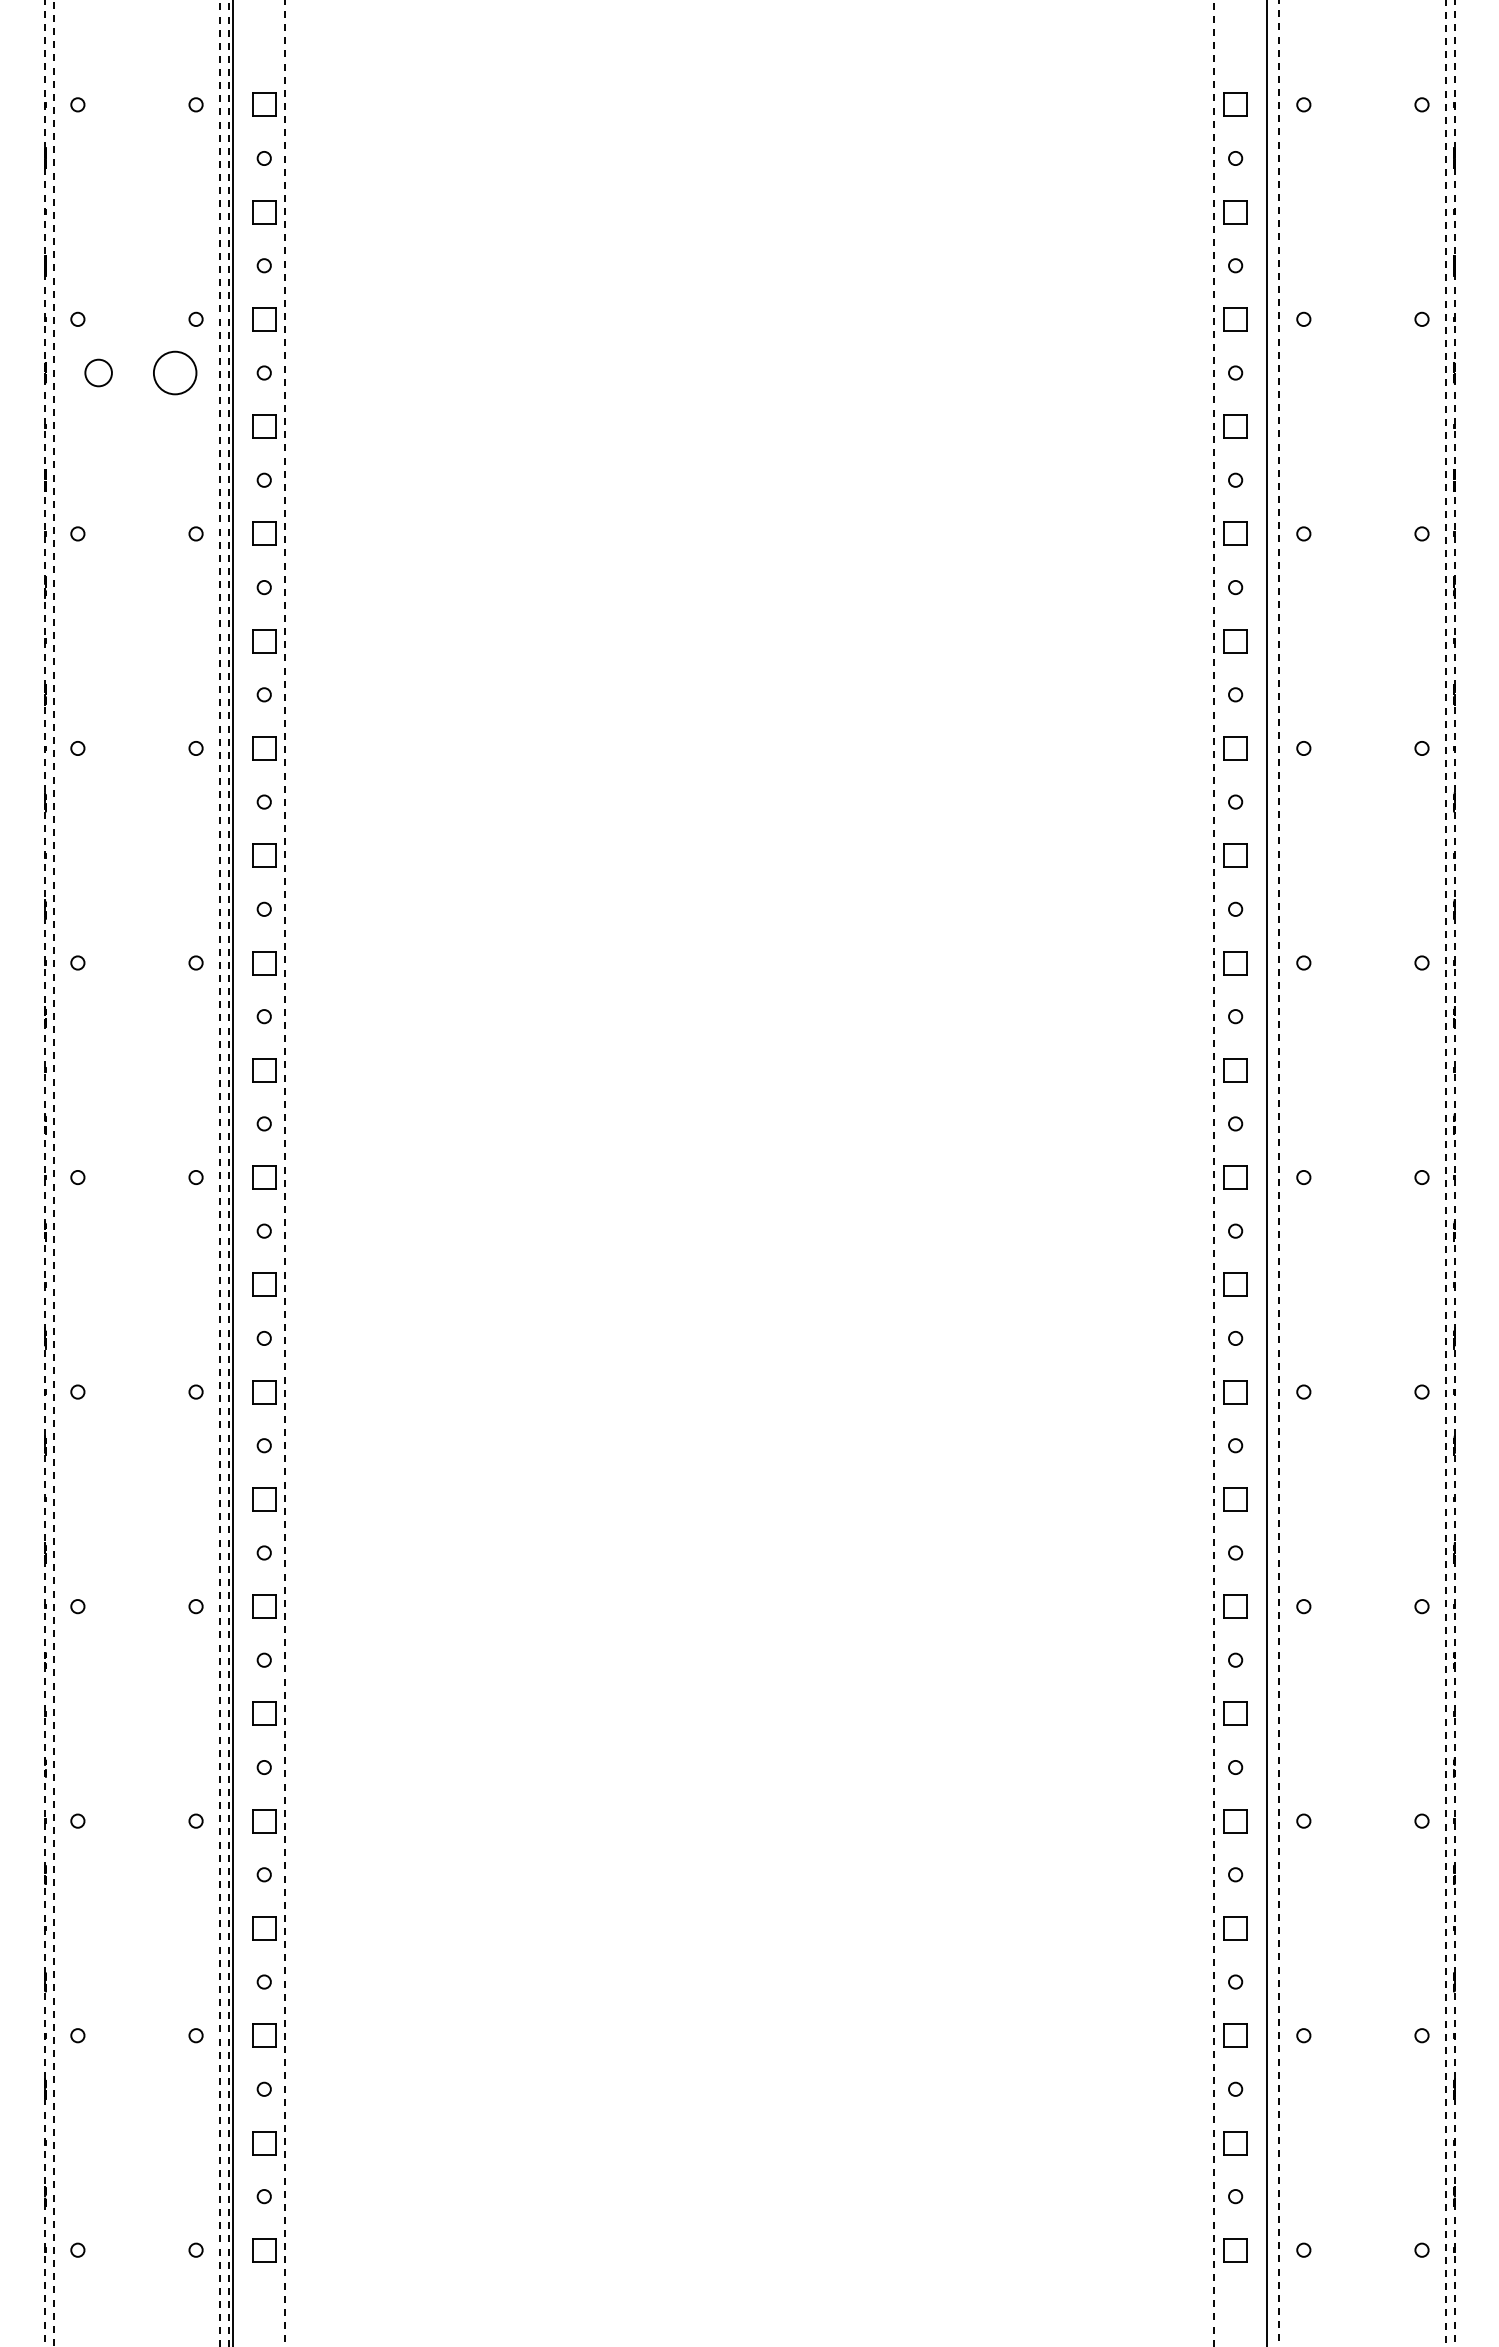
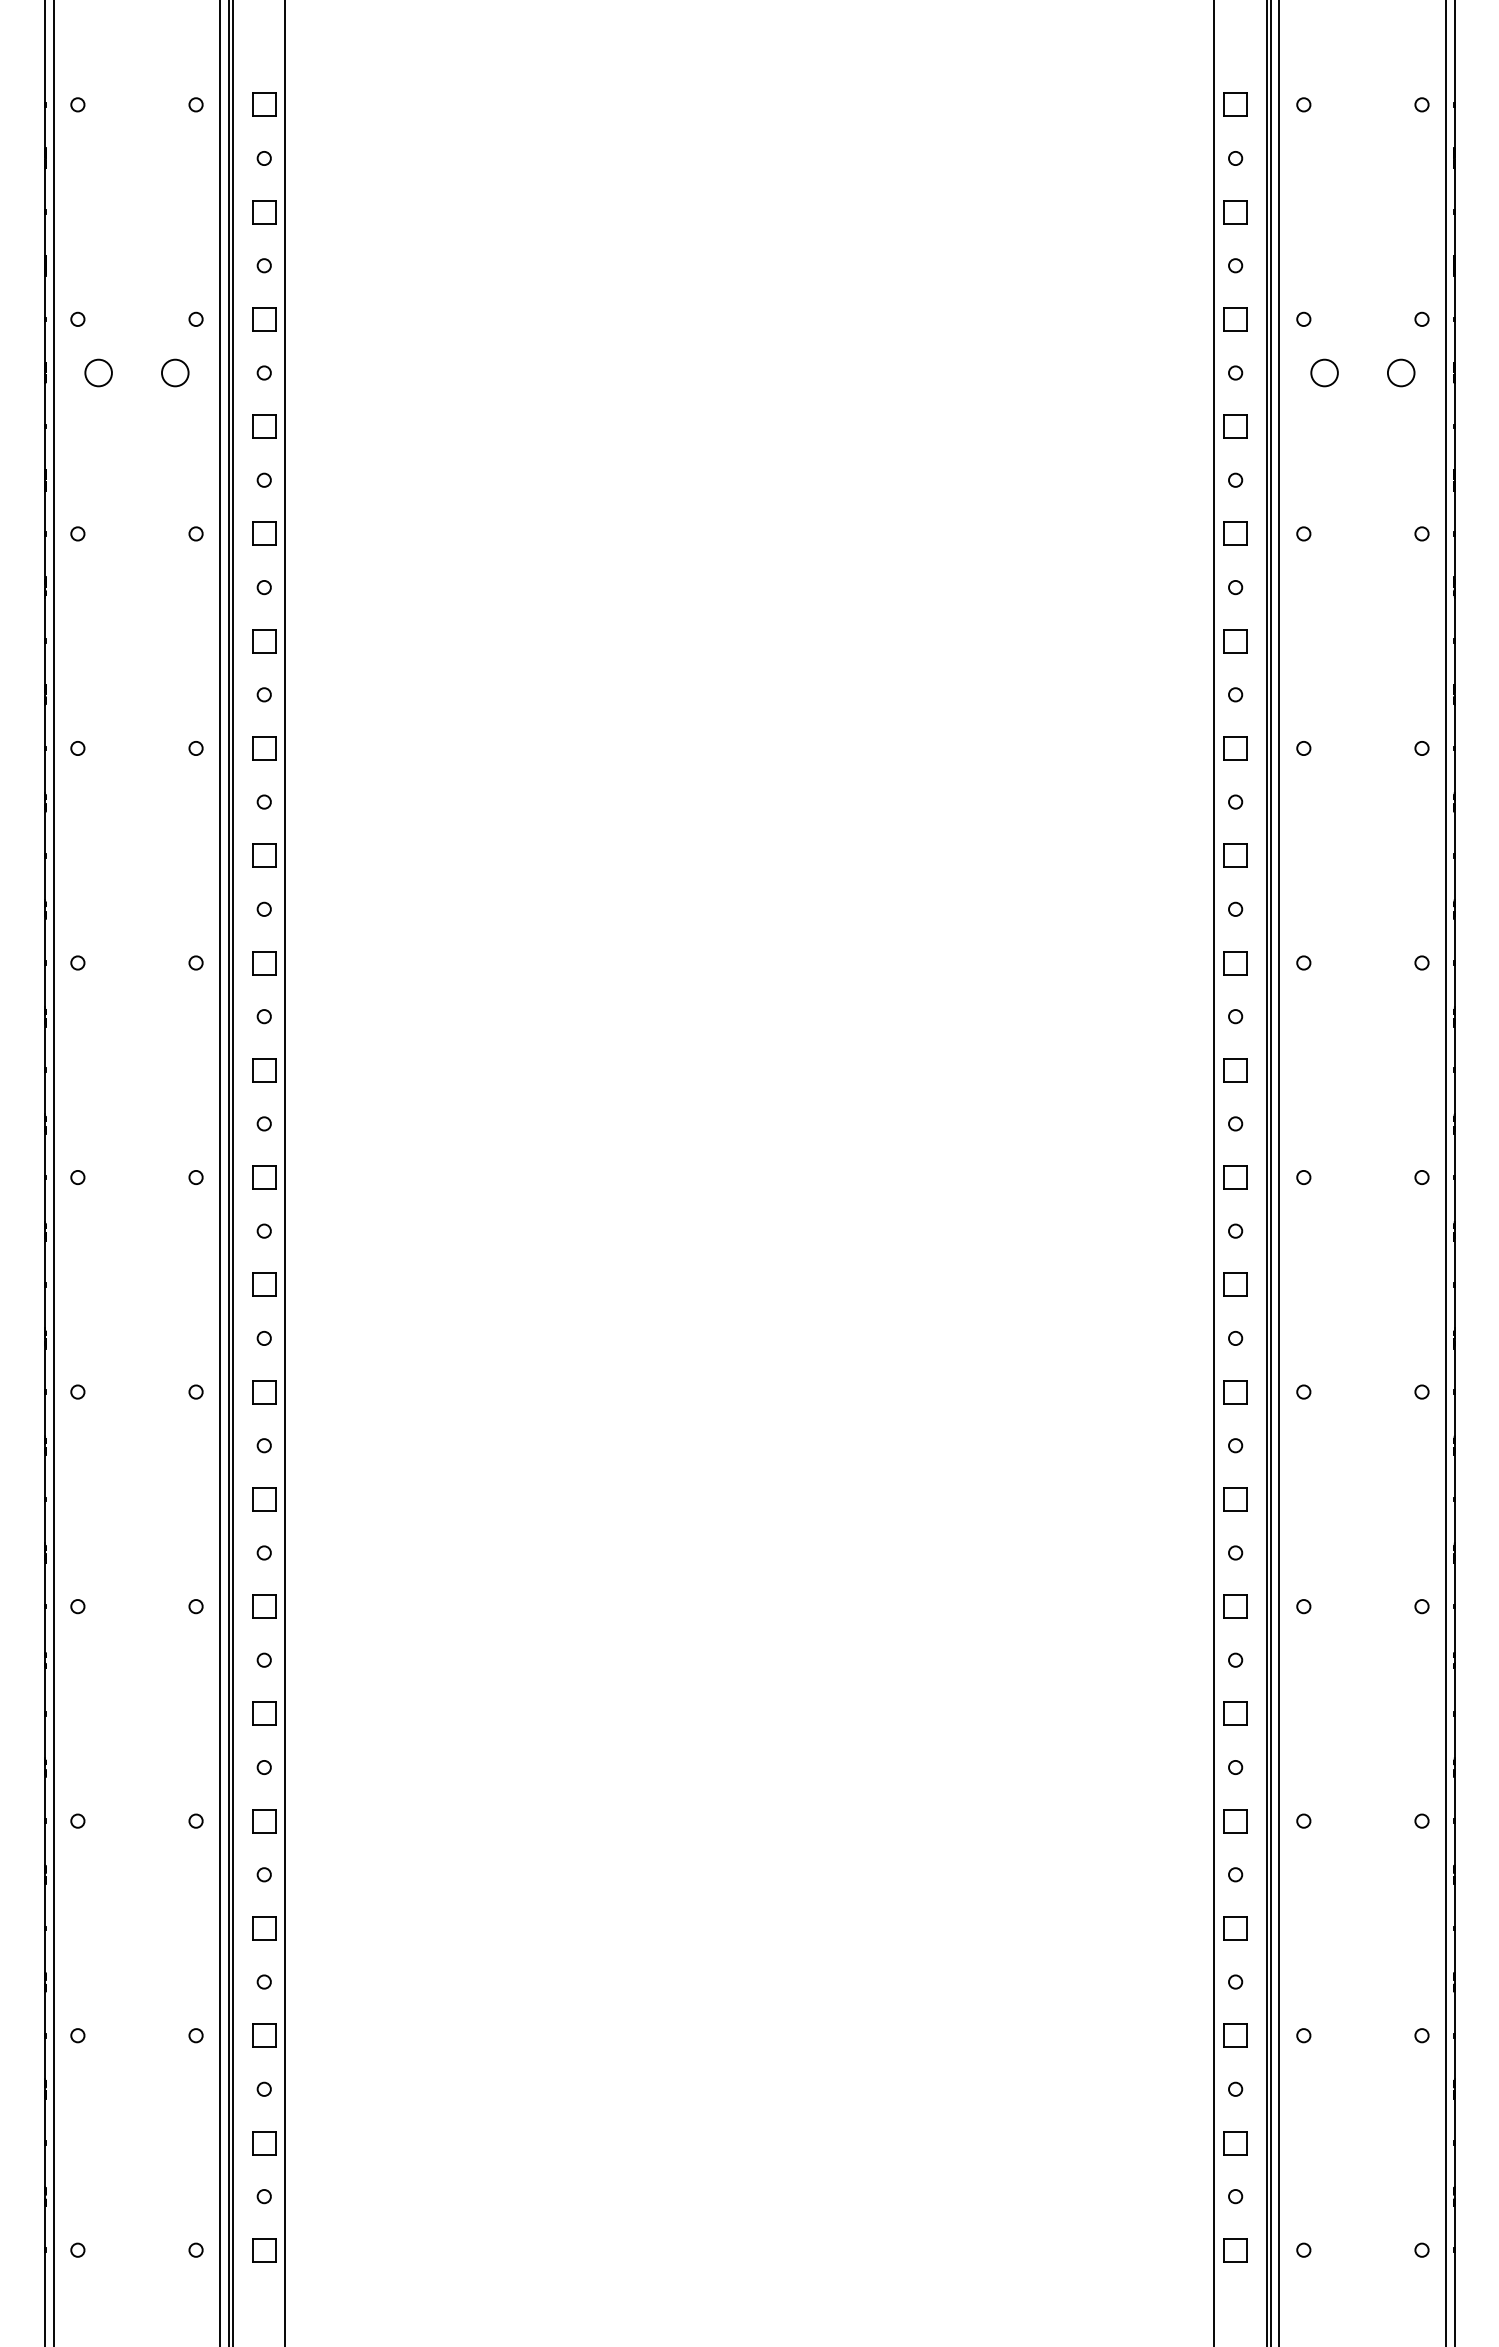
circle at (175, 372) size: 45x46 px -> 29x30 px
circle at (1324, 372): none -> present
circle at (1401, 372): none -> present
line at (1270, 1172): none -> present
line at (45, 1173): dashed -> solid
line at (53, 1173): dashed -> solid
line at (220, 1173): dashed -> solid
line at (228, 1173): dashed -> solid
line at (285, 1173): dashed -> solid
line at (1214, 1173): dashed -> solid
line at (1279, 1173): dashed -> solid
line at (1446, 1173): dashed -> solid
line at (1454, 1173): dashed -> solid
